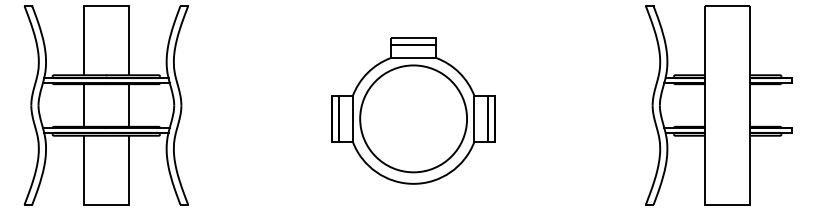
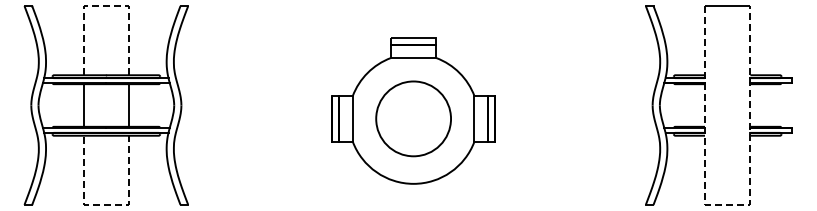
line at (106, 6): solid -> dashed
circle at (413, 118) diameter: 107 px -> 75 px
line at (106, 204): solid -> dashed
line at (727, 204): solid -> dashed
